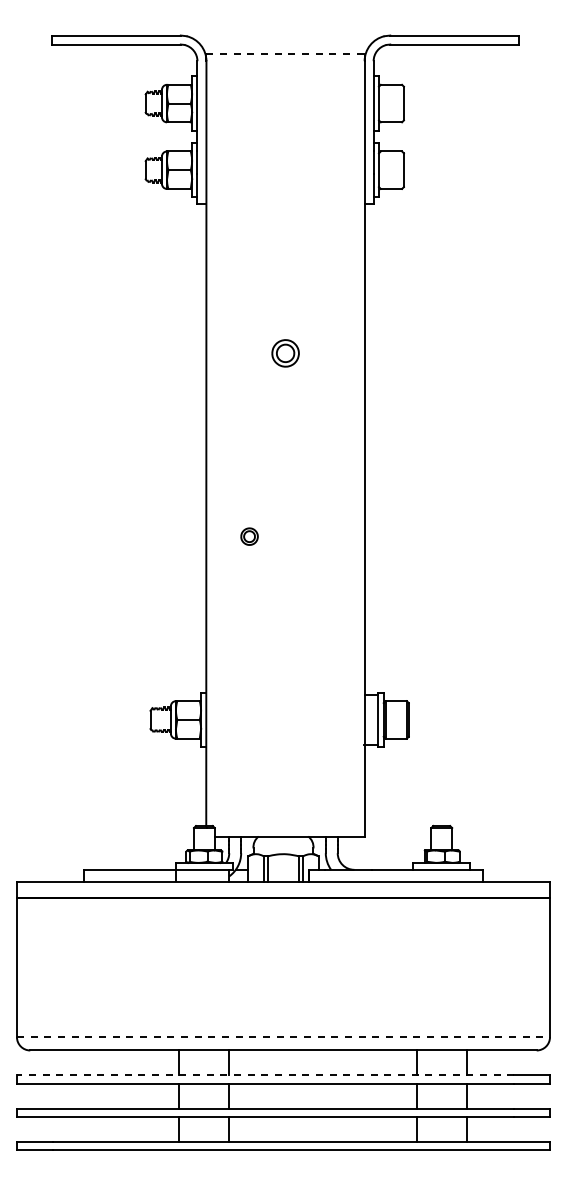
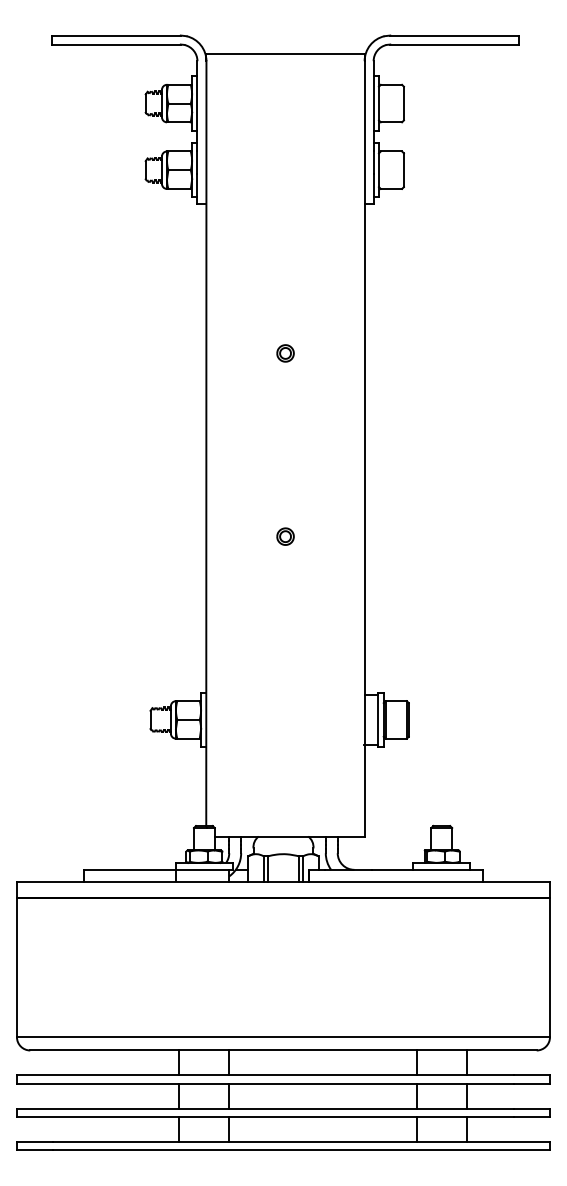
line at (286, 53): dashed -> solid
part at (285, 353) size: 29x29 px -> 19x19 px
part at (249, 536) position: (249, 536) -> (285, 536)
line at (283, 1037): dashed -> solid
line at (265, 1075): dashed -> solid
